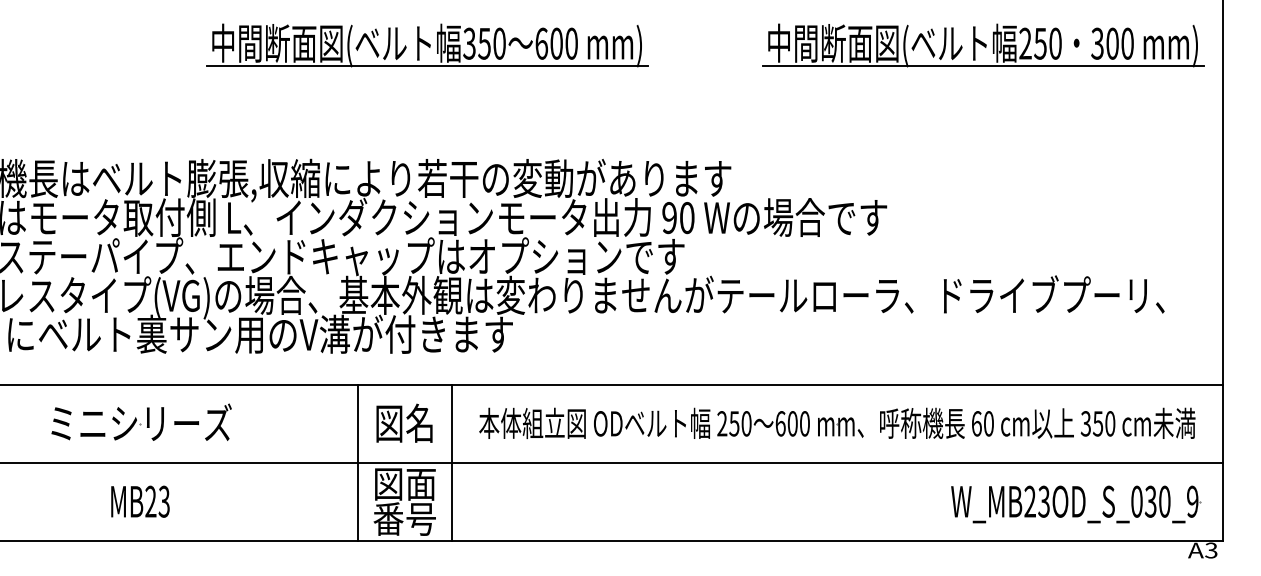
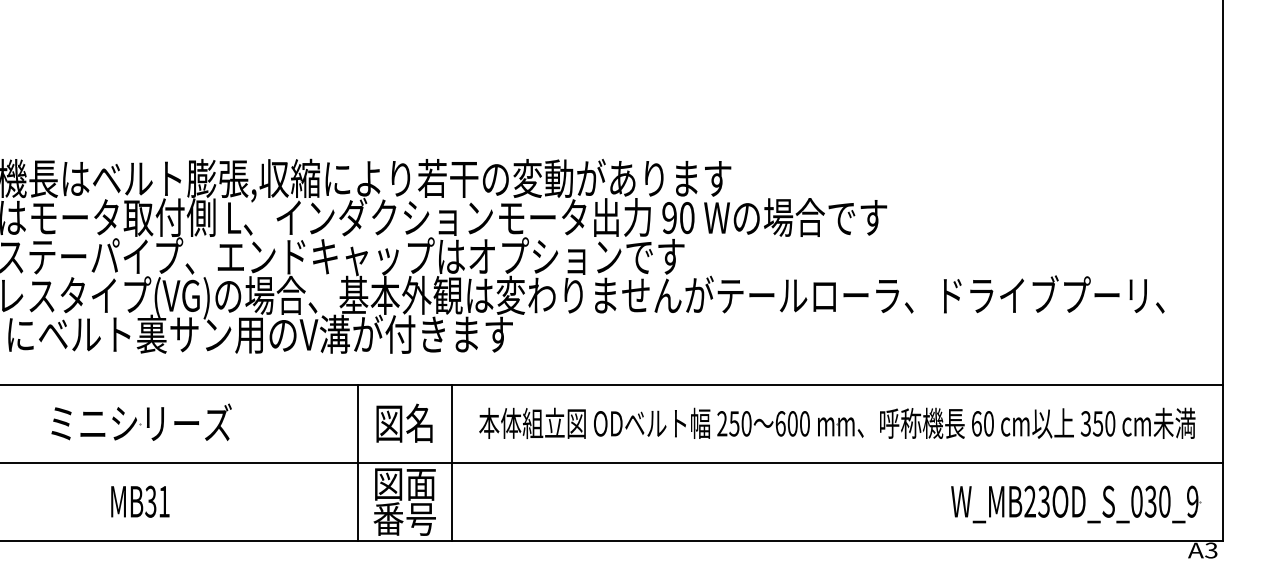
part at (427, 45): present -> none
part at (983, 45): present -> none
text at (157, 501): MB23 -> MB31
